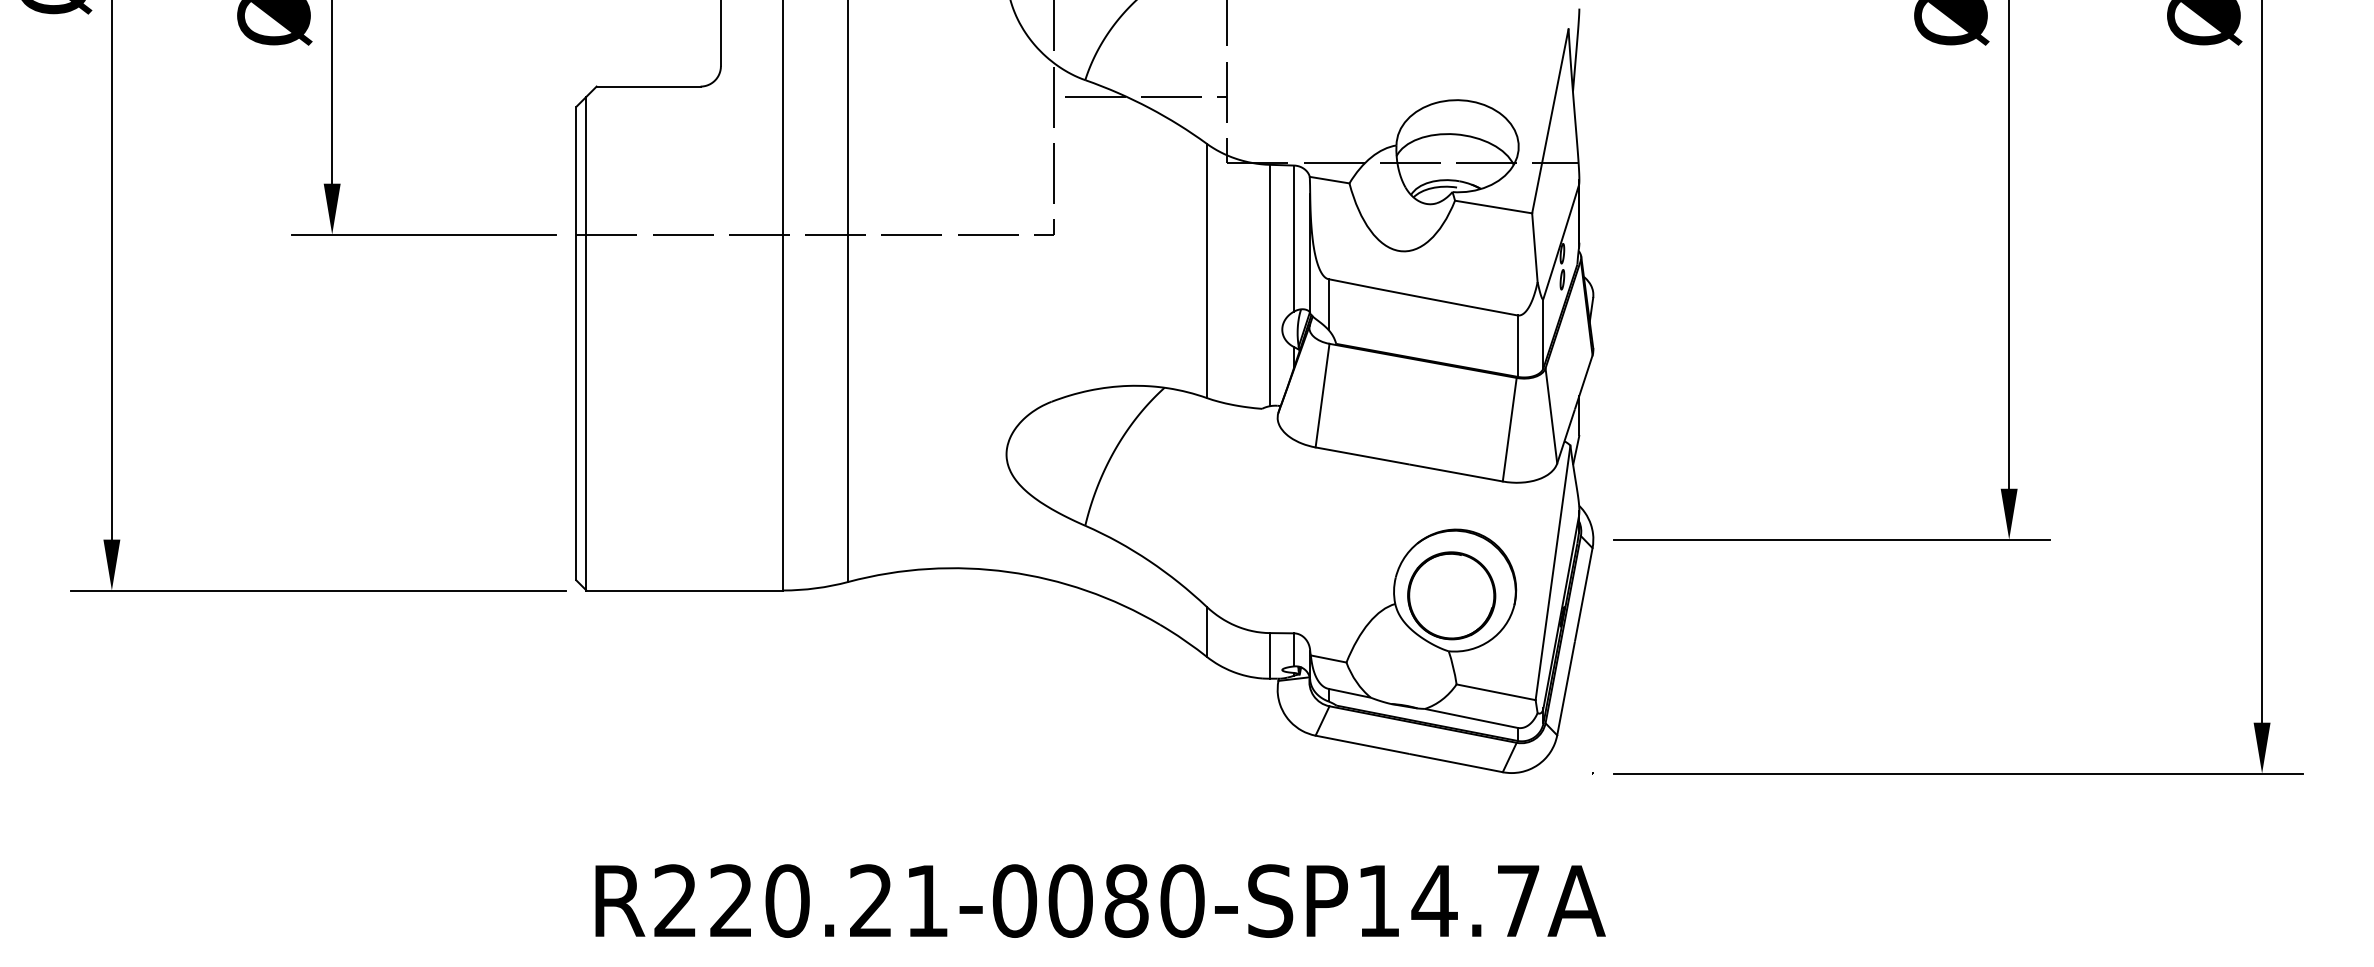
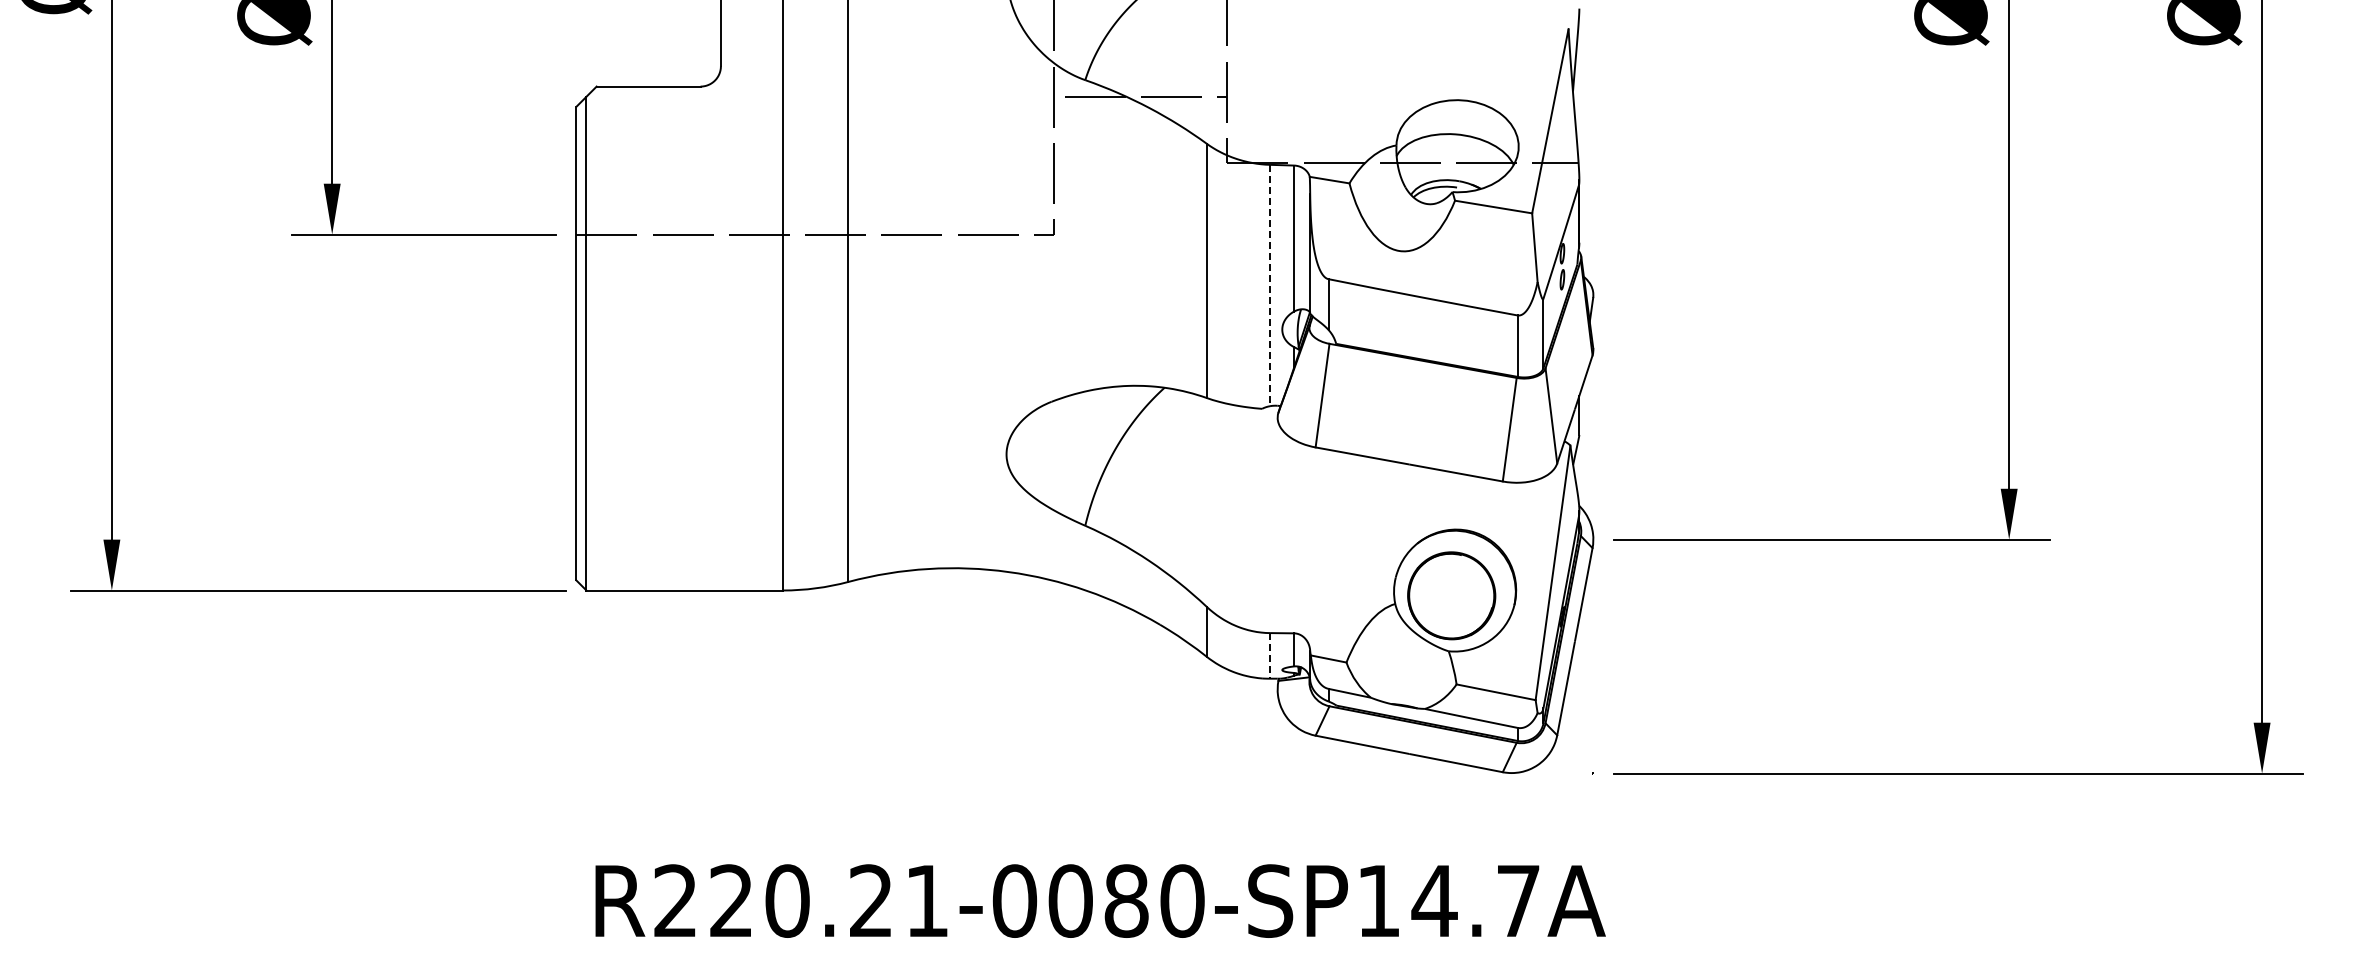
line at (1270, 285): solid -> dashed
line at (1270, 655): solid -> dashed
